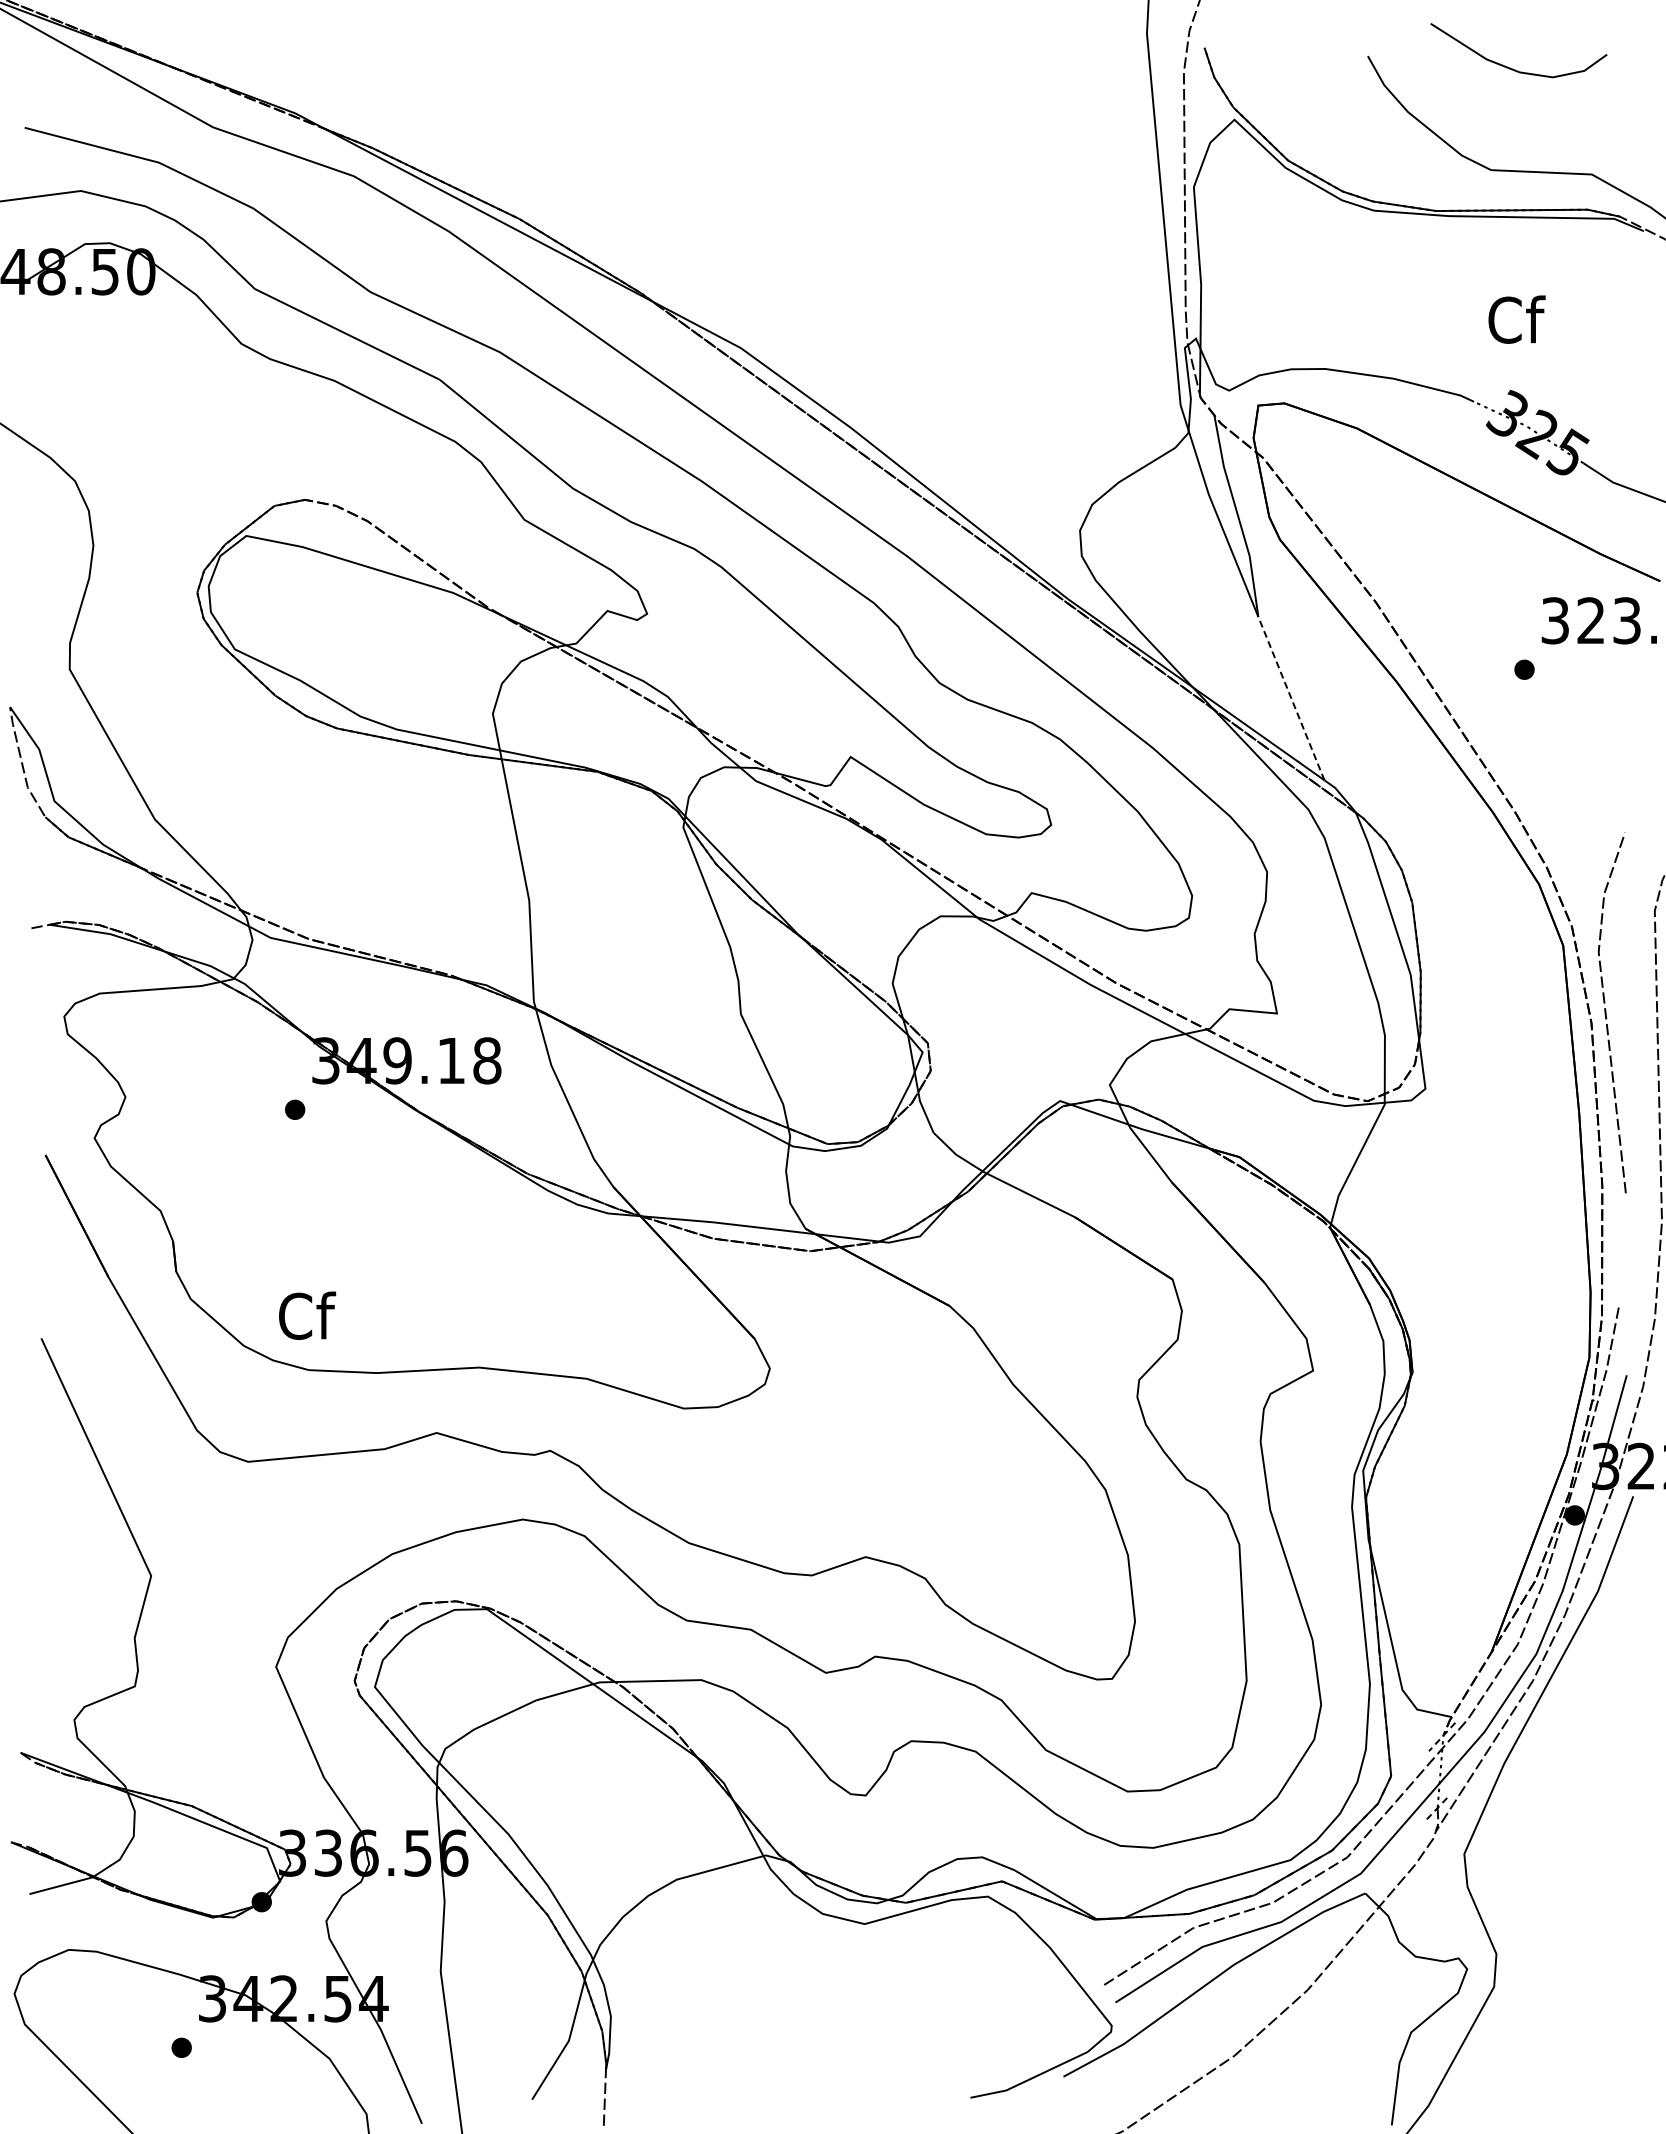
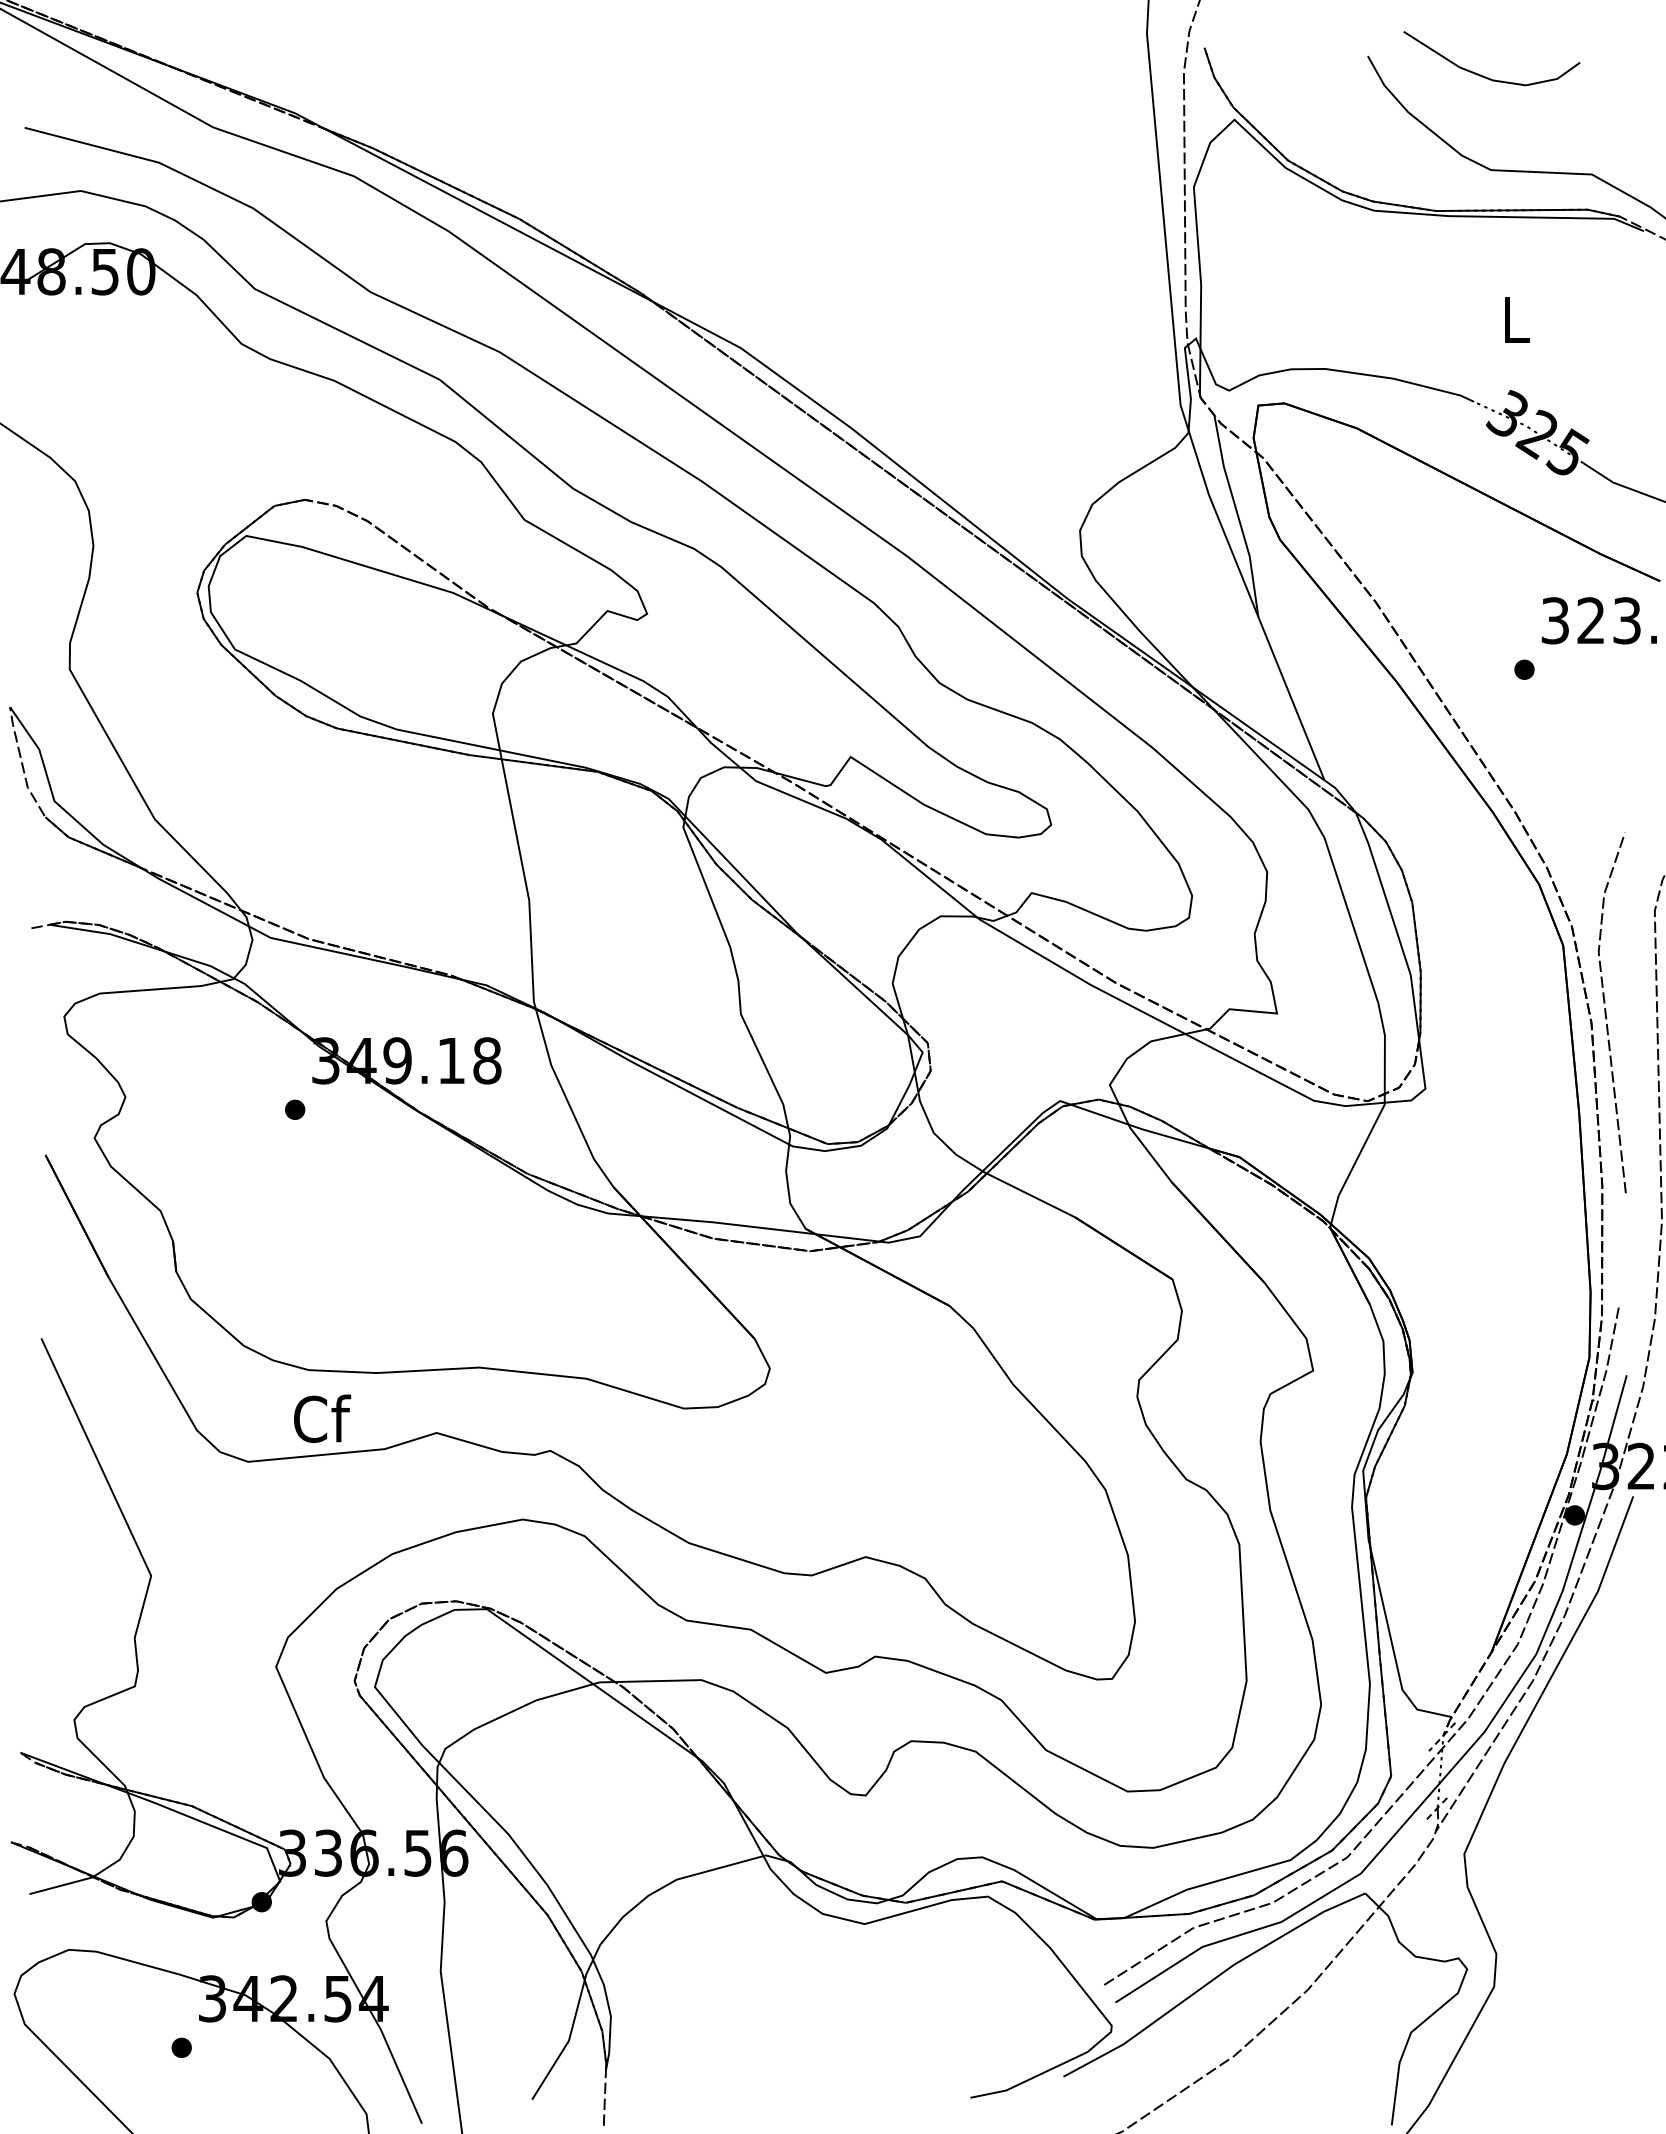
curve at (1510, 67) position: (1510, 67) -> (1483, 75)
text at (1516, 319): Cf -> L
line at (1291, 698): dashed -> solid
text at (307, 1315) position: (307, 1315) -> (322, 1418)
